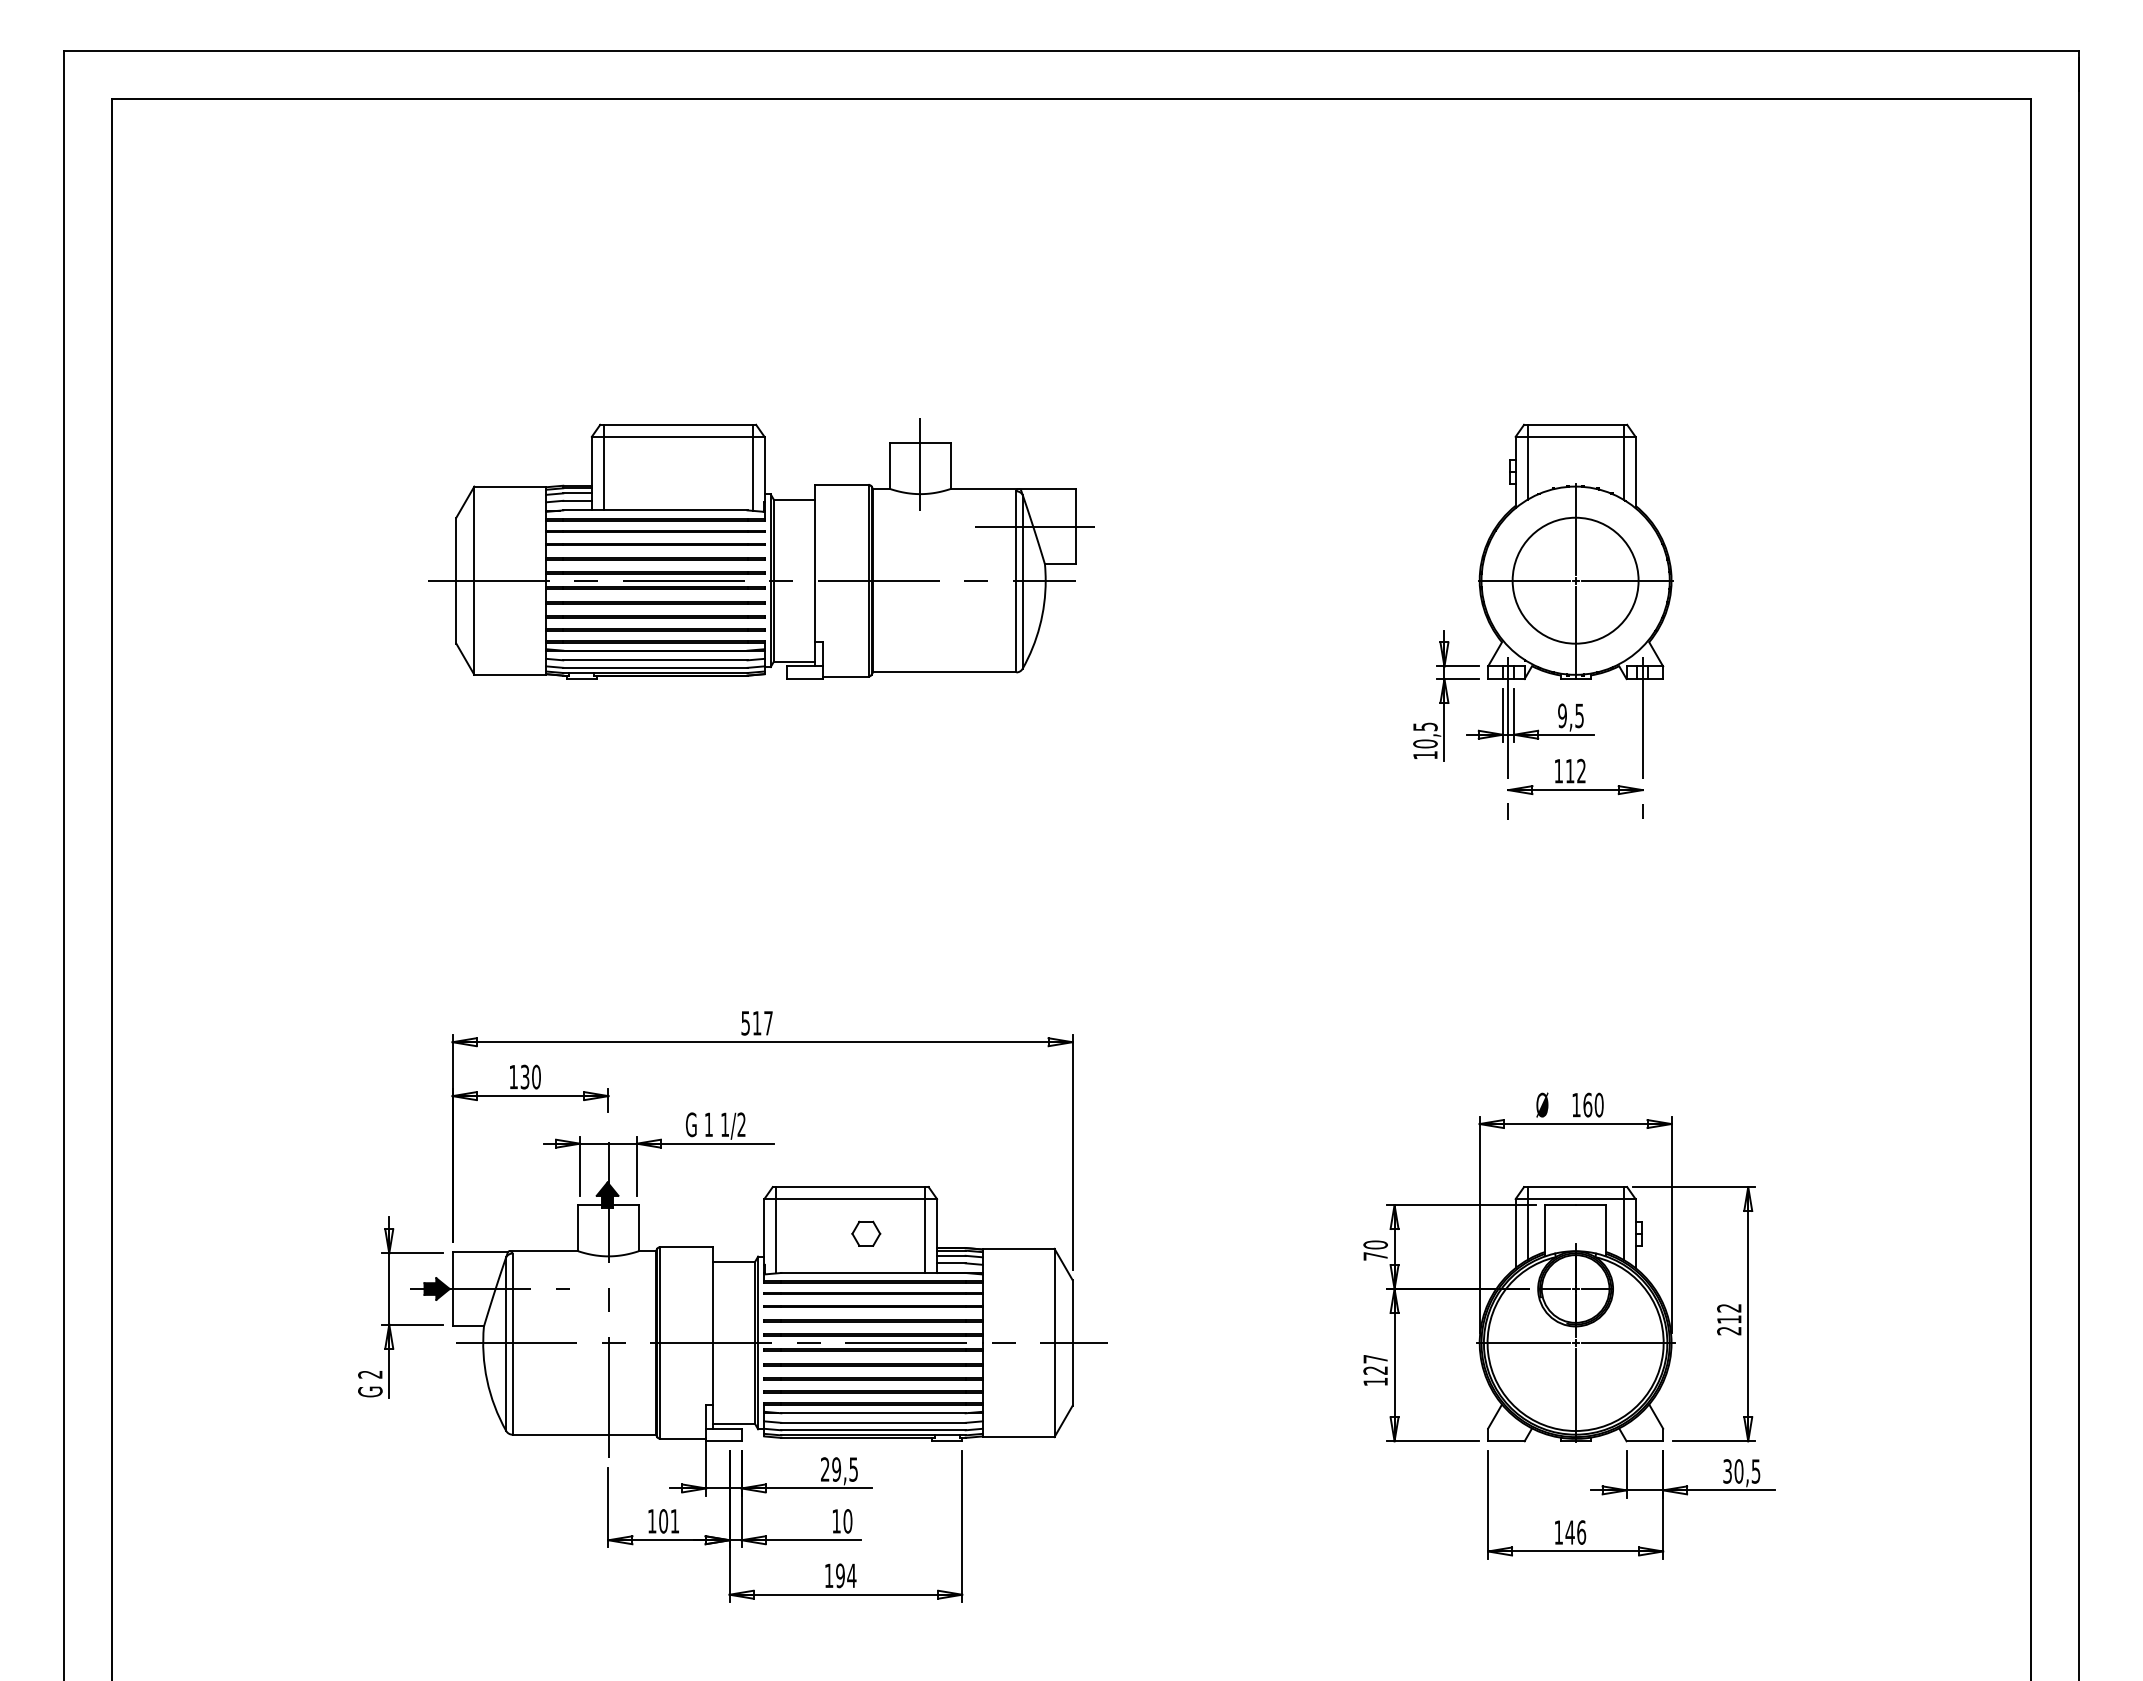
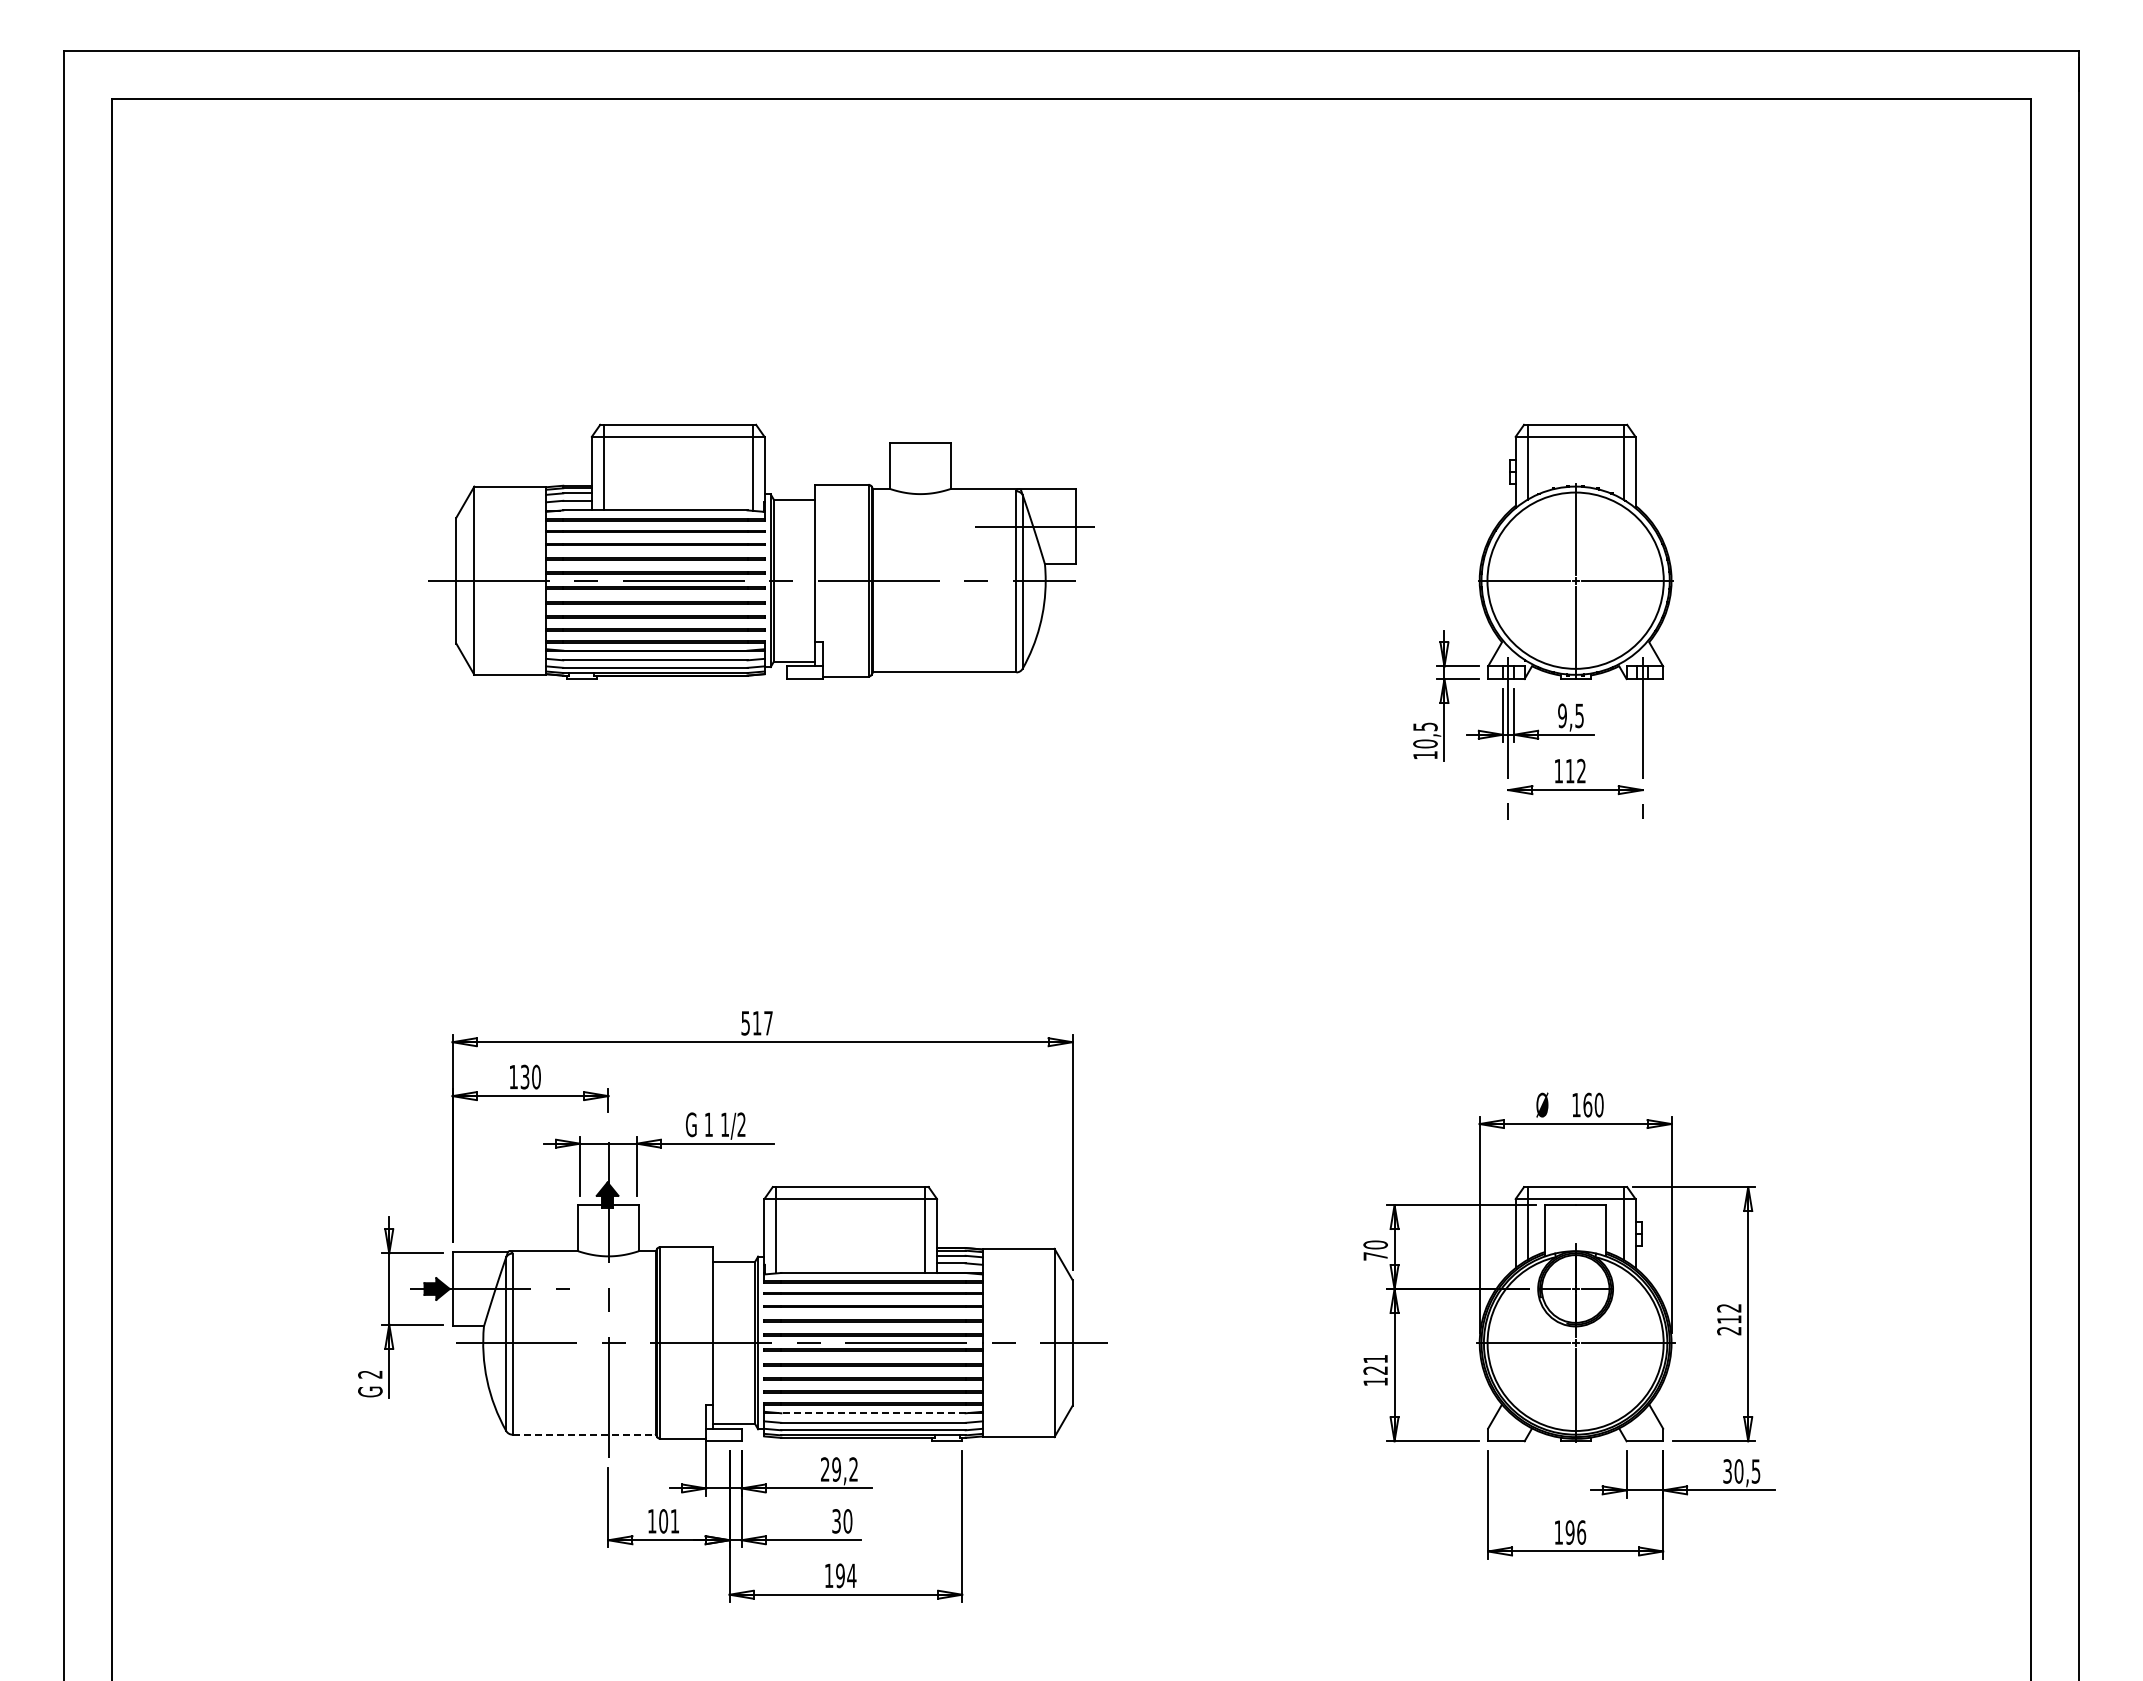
line at (920, 464): present -> none
circle at (1575, 580) diameter: 126 px -> 176 px
part at (866, 1233): present -> none
text at (1375, 1359): 127 -> 121
line at (873, 1413): solid -> dashed
line at (584, 1434): solid -> dashed
text at (853, 1469): 29,5 -> 29,2
text at (836, 1521): 10 -> 30
text at (1569, 1532): 146 -> 196
